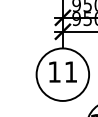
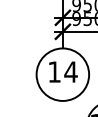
text at (70, 71): 11 -> 14
